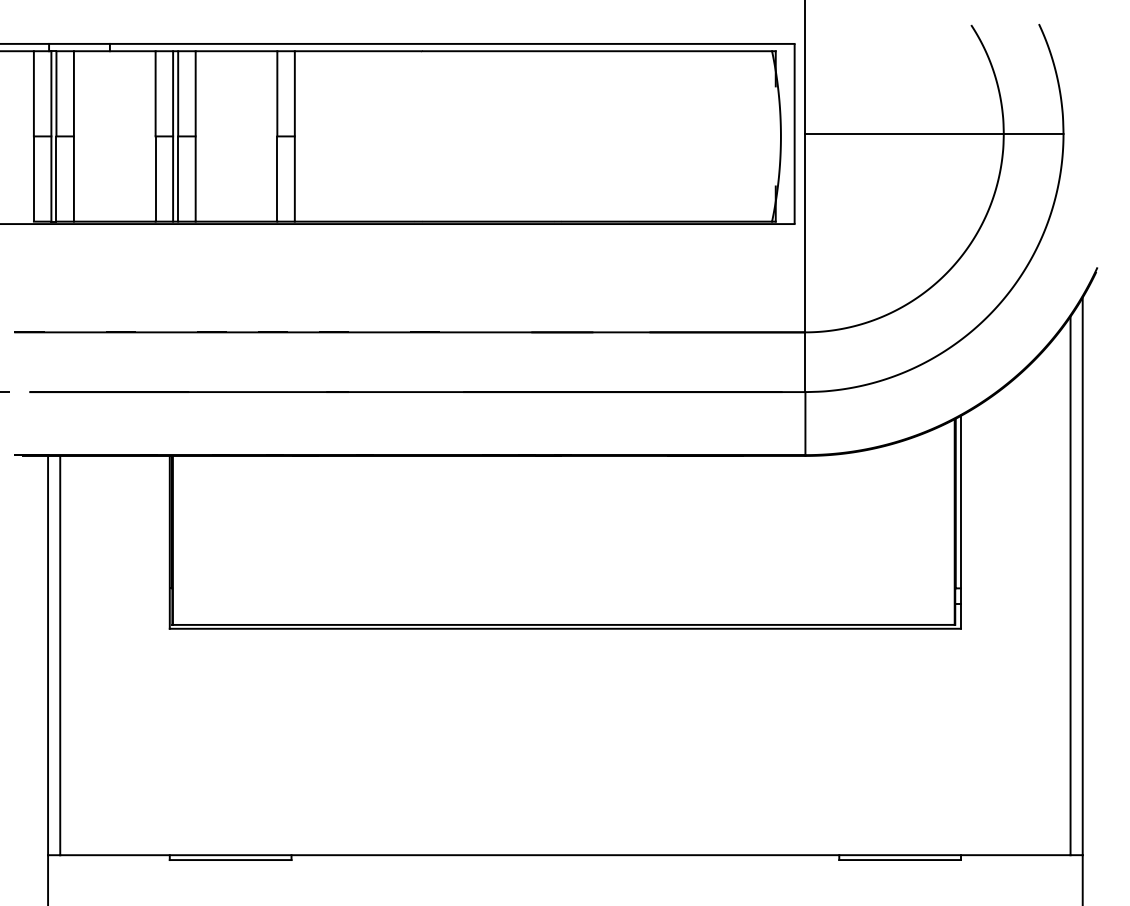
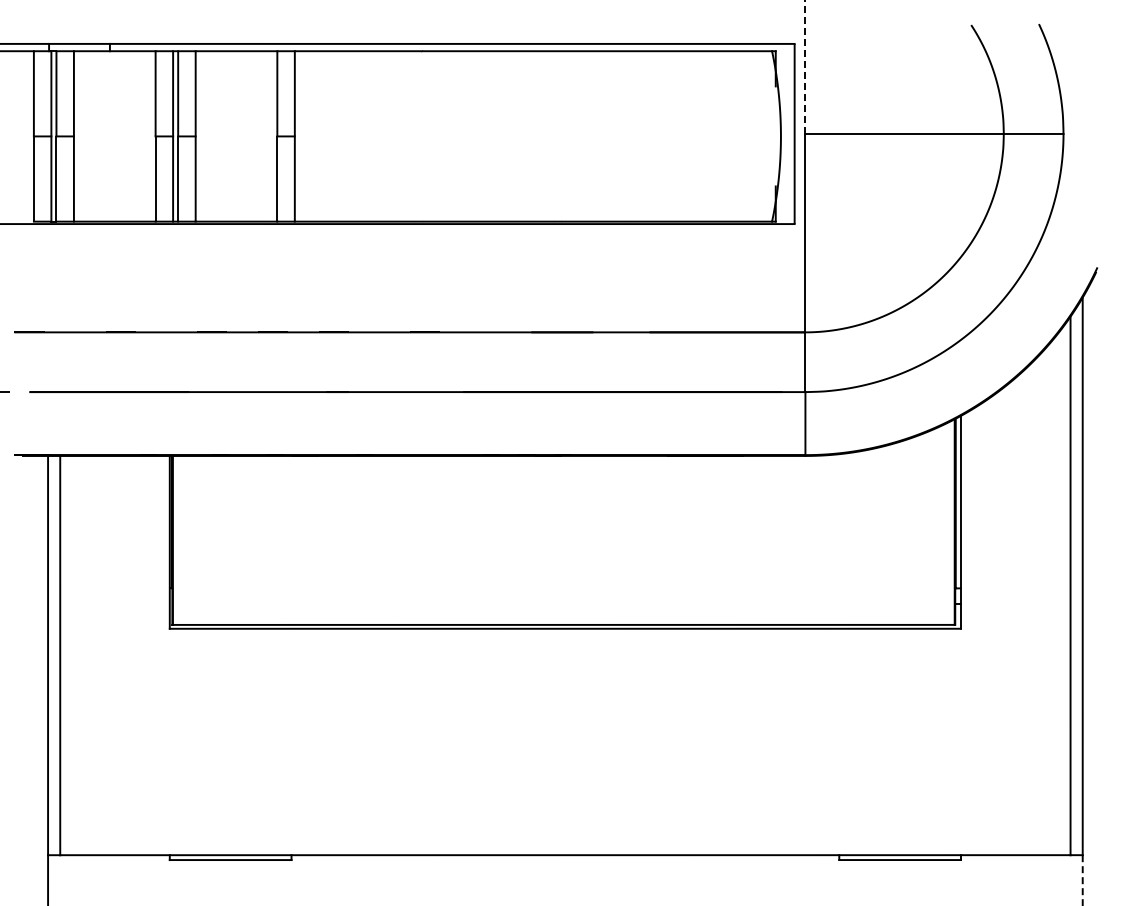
line at (805, 67): solid -> dashed
line at (1082, 881): solid -> dashed
